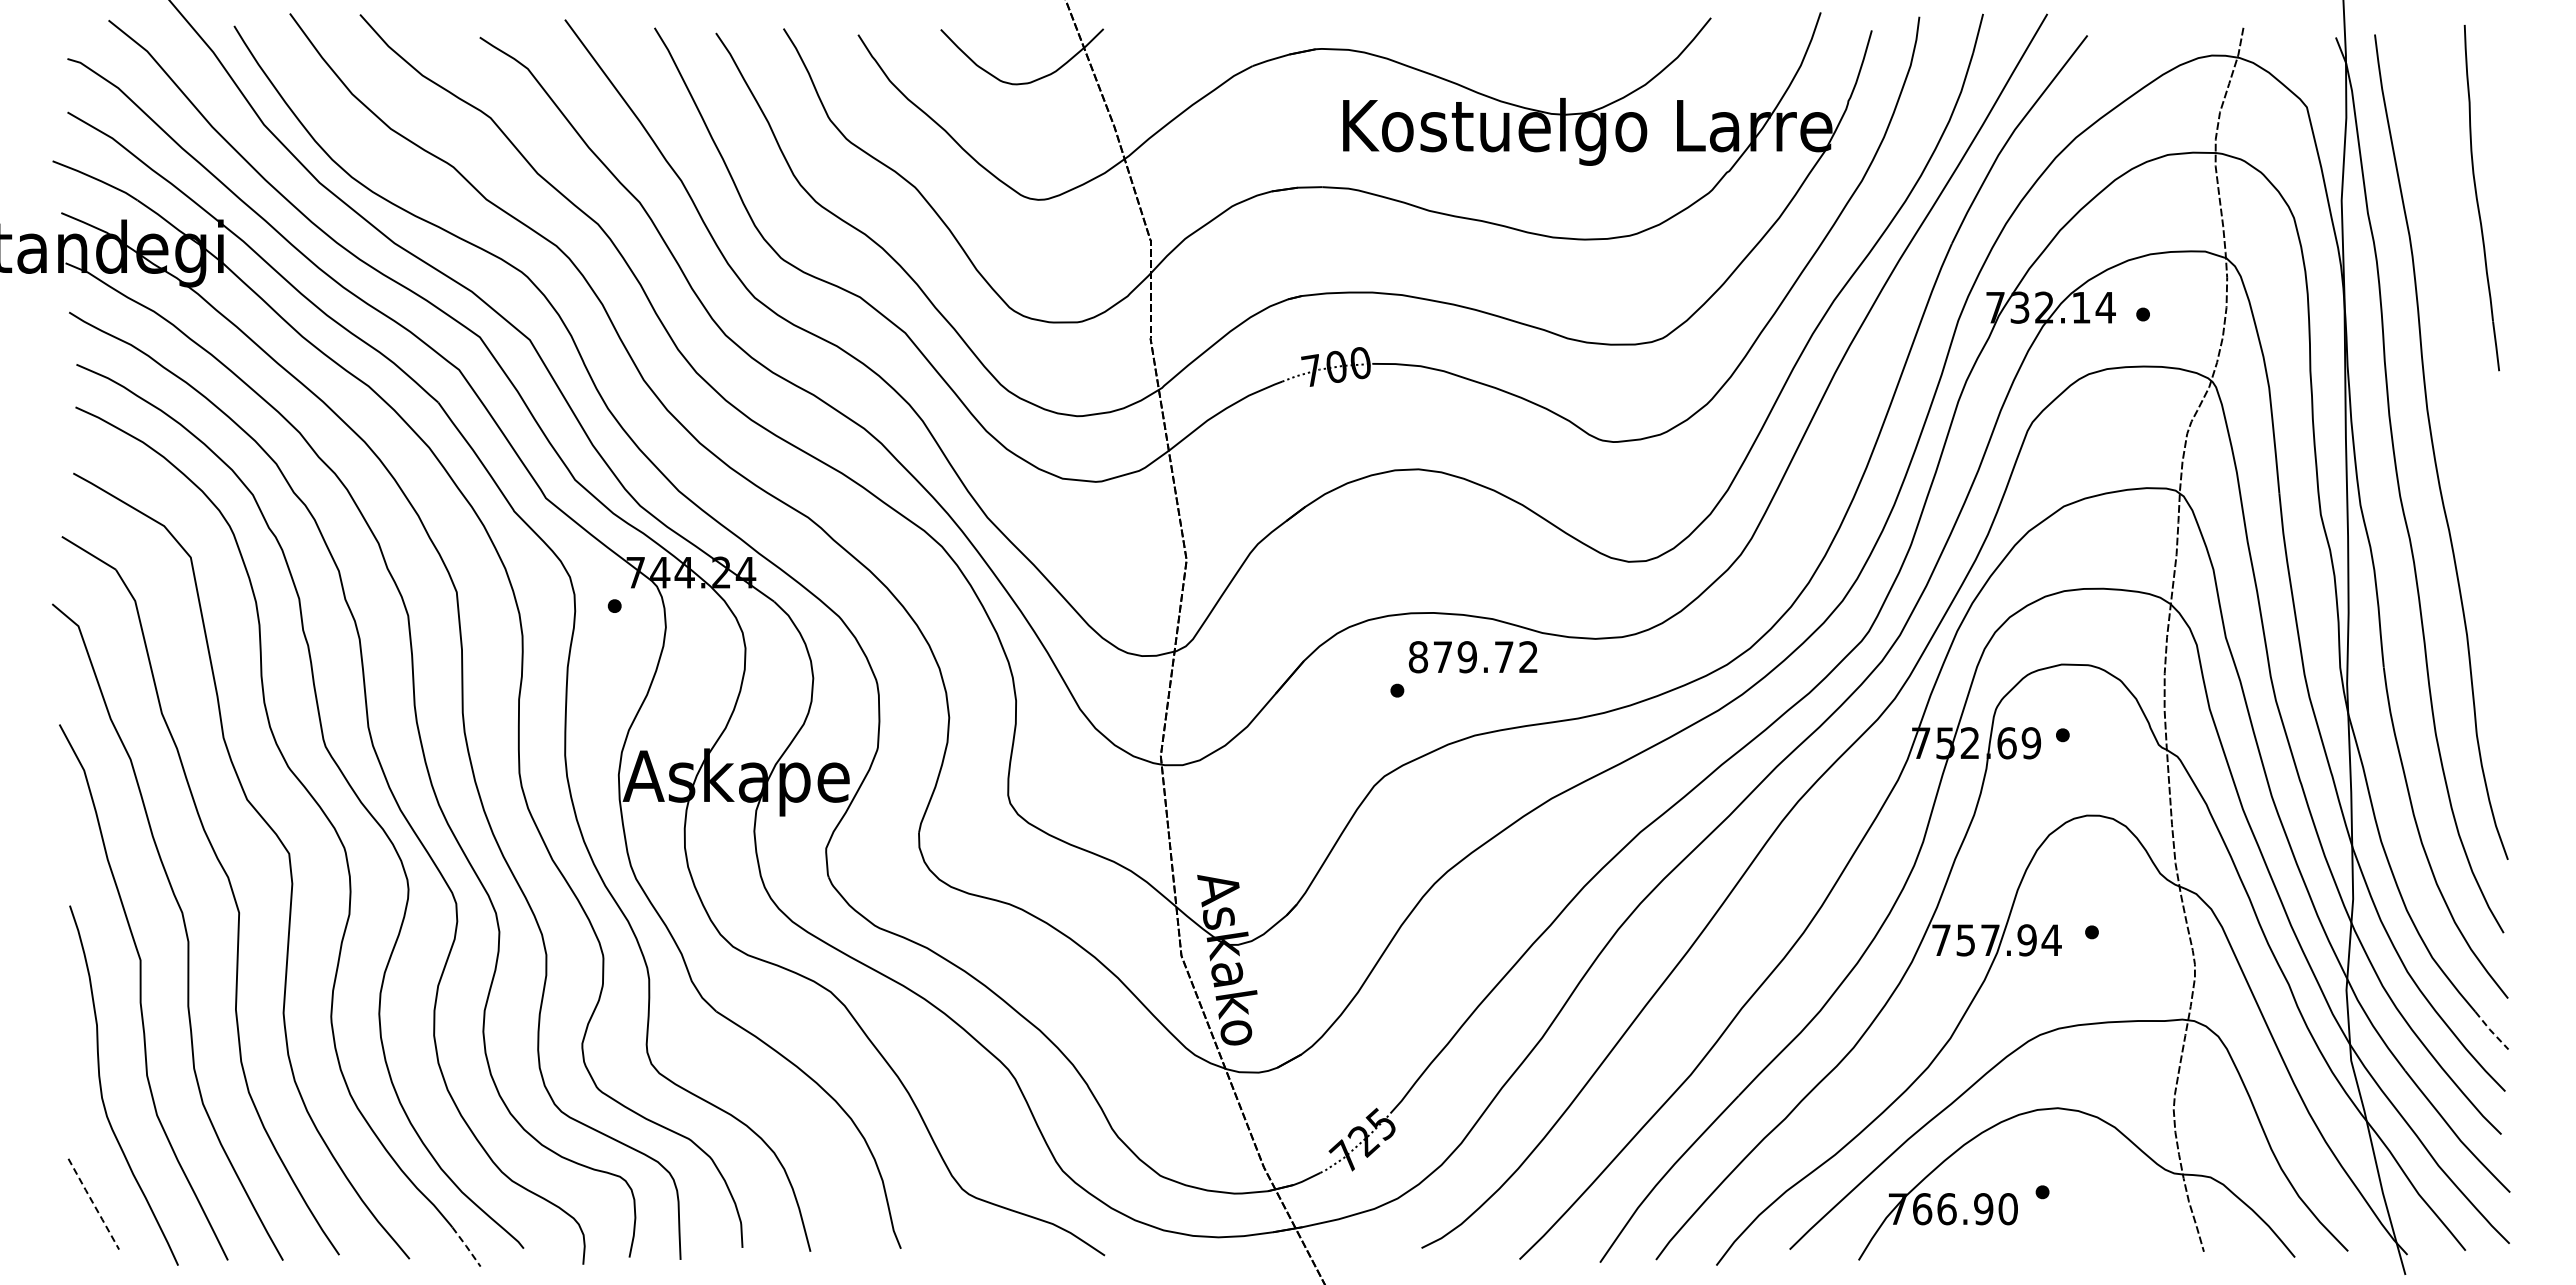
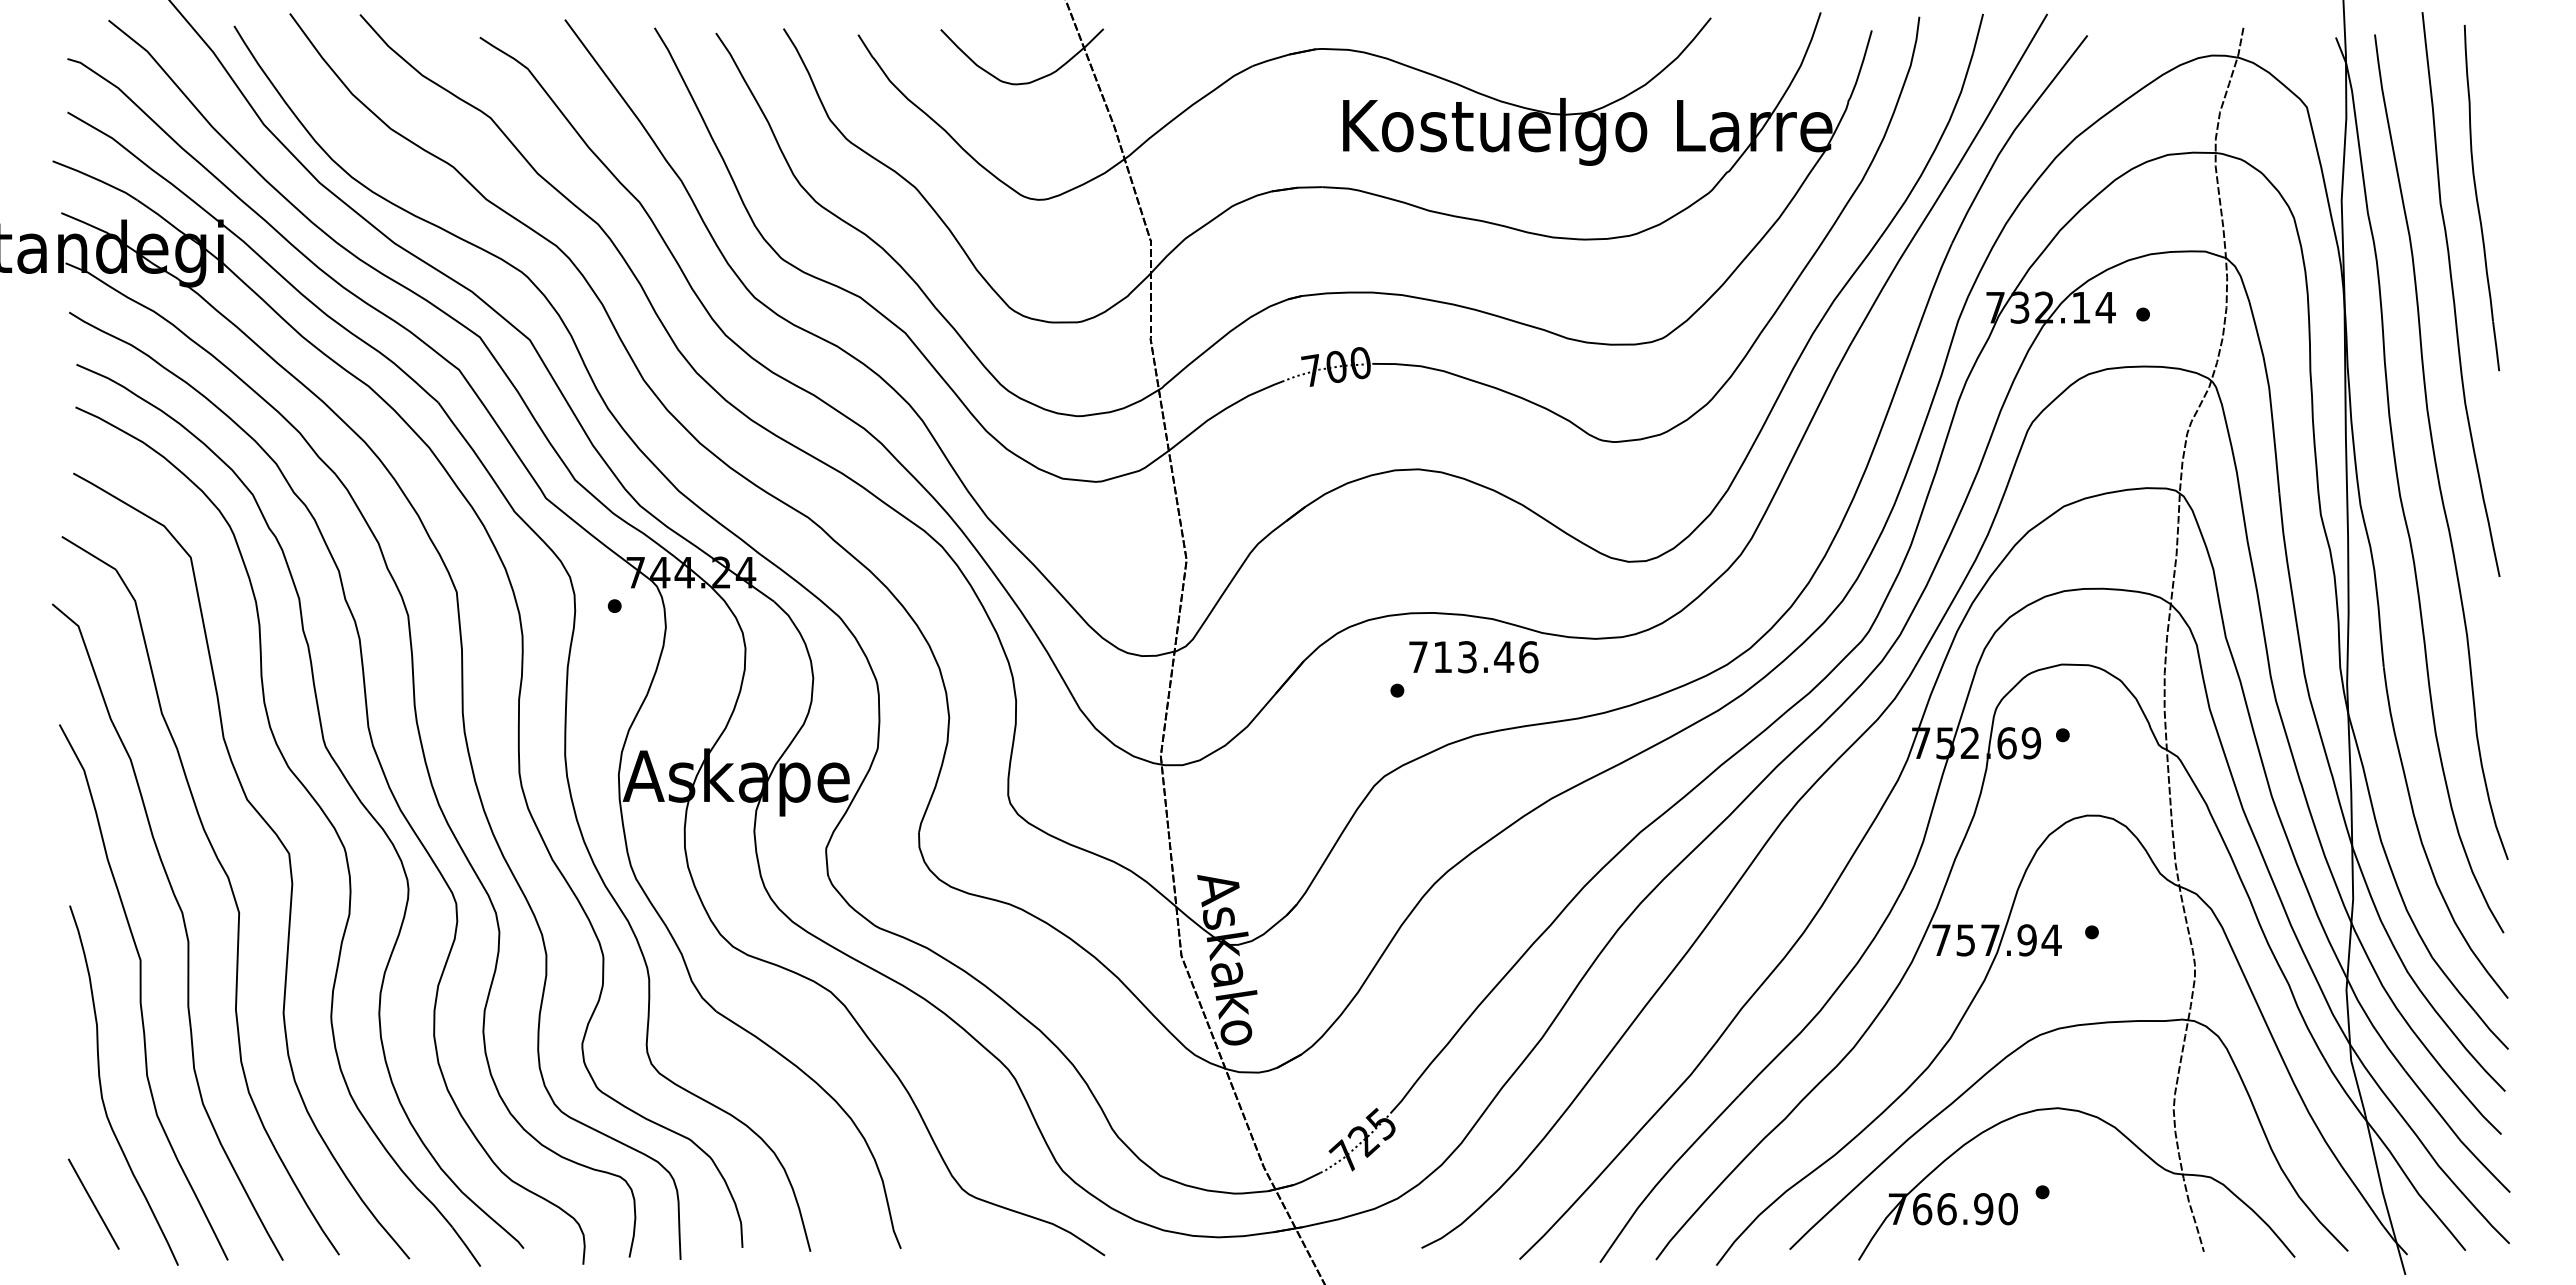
curve at (2454, 294): none -> present
text at (1473, 657): 879.72 -> 713.46
line at (2491, 1031): dashed -> solid
line at (93, 1204): dashed -> solid
line at (466, 1246): dashed -> solid
